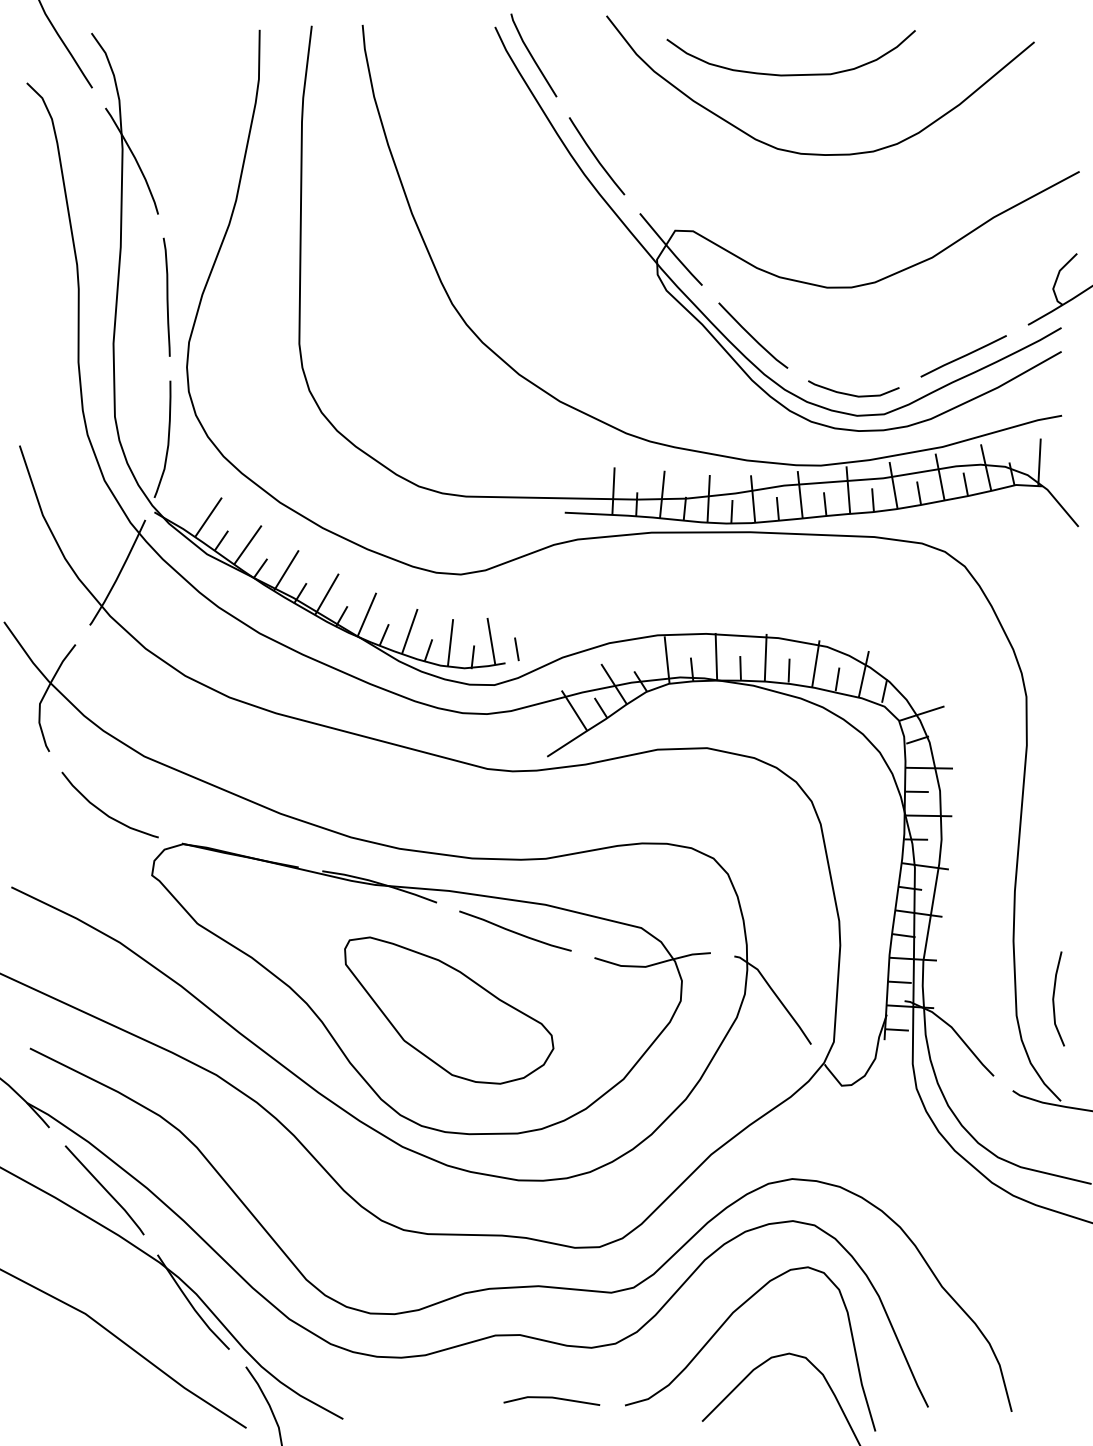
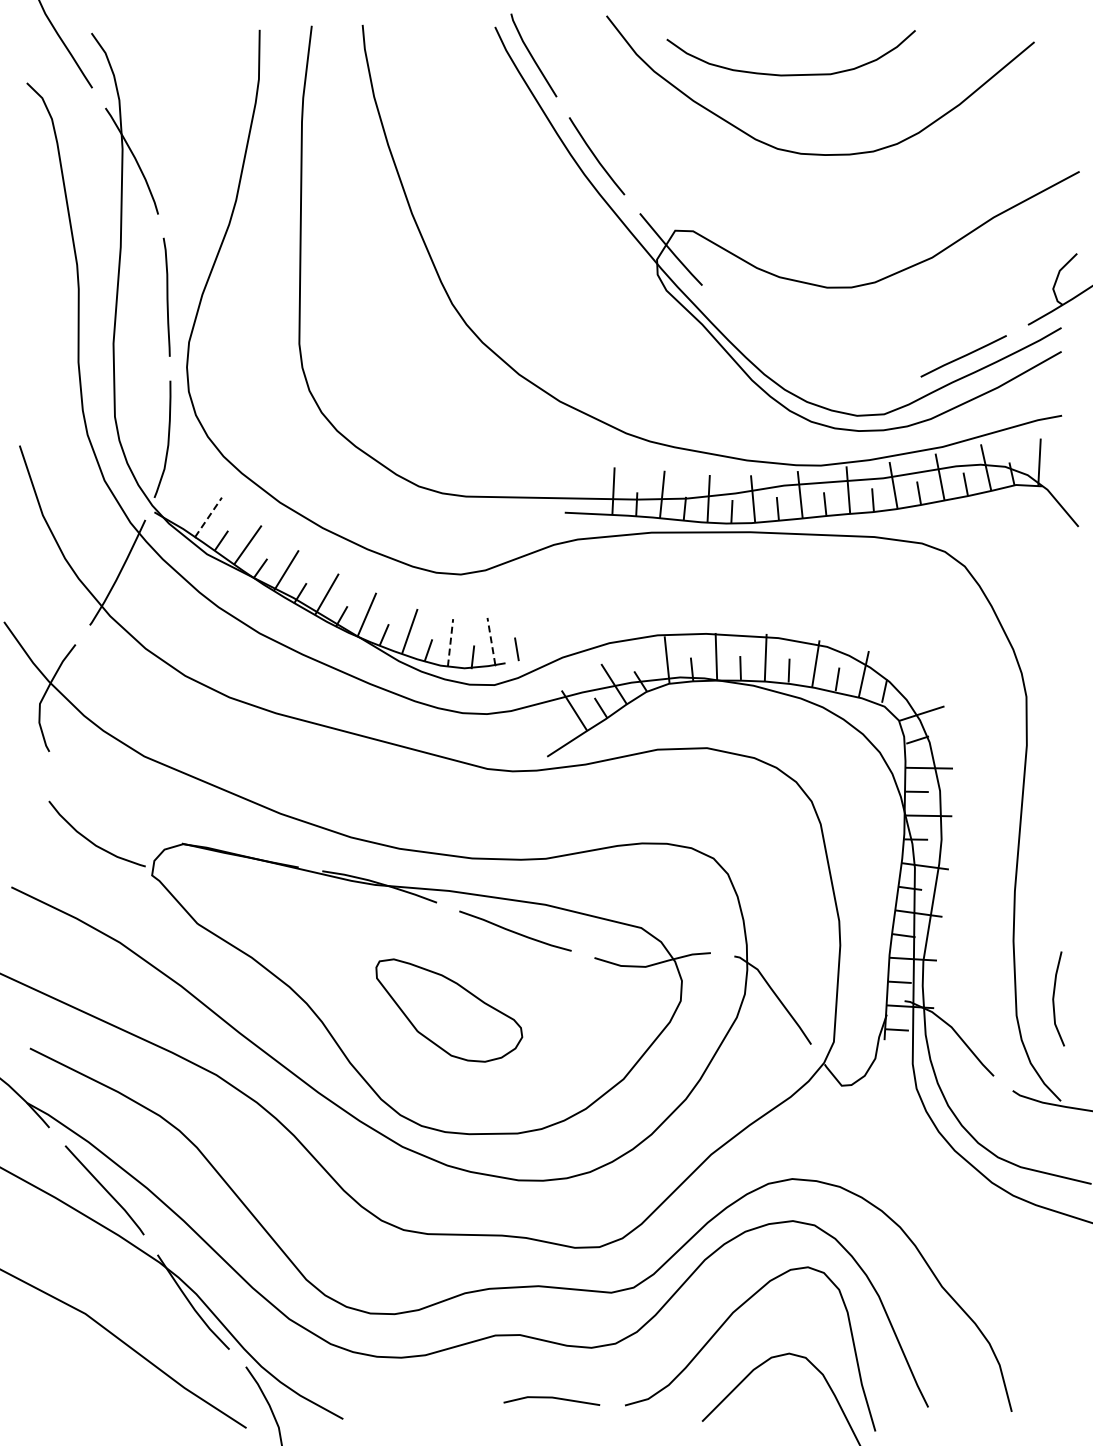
curve at (752, 335): present -> none
curve at (853, 394): present -> none
line at (208, 517): solid -> dashed
line at (491, 641): solid -> dashed
line at (450, 643): solid -> dashed
curve at (105, 812) position: (105, 812) -> (92, 841)
part at (449, 1010) size: 211x149 px -> 149x105 px
